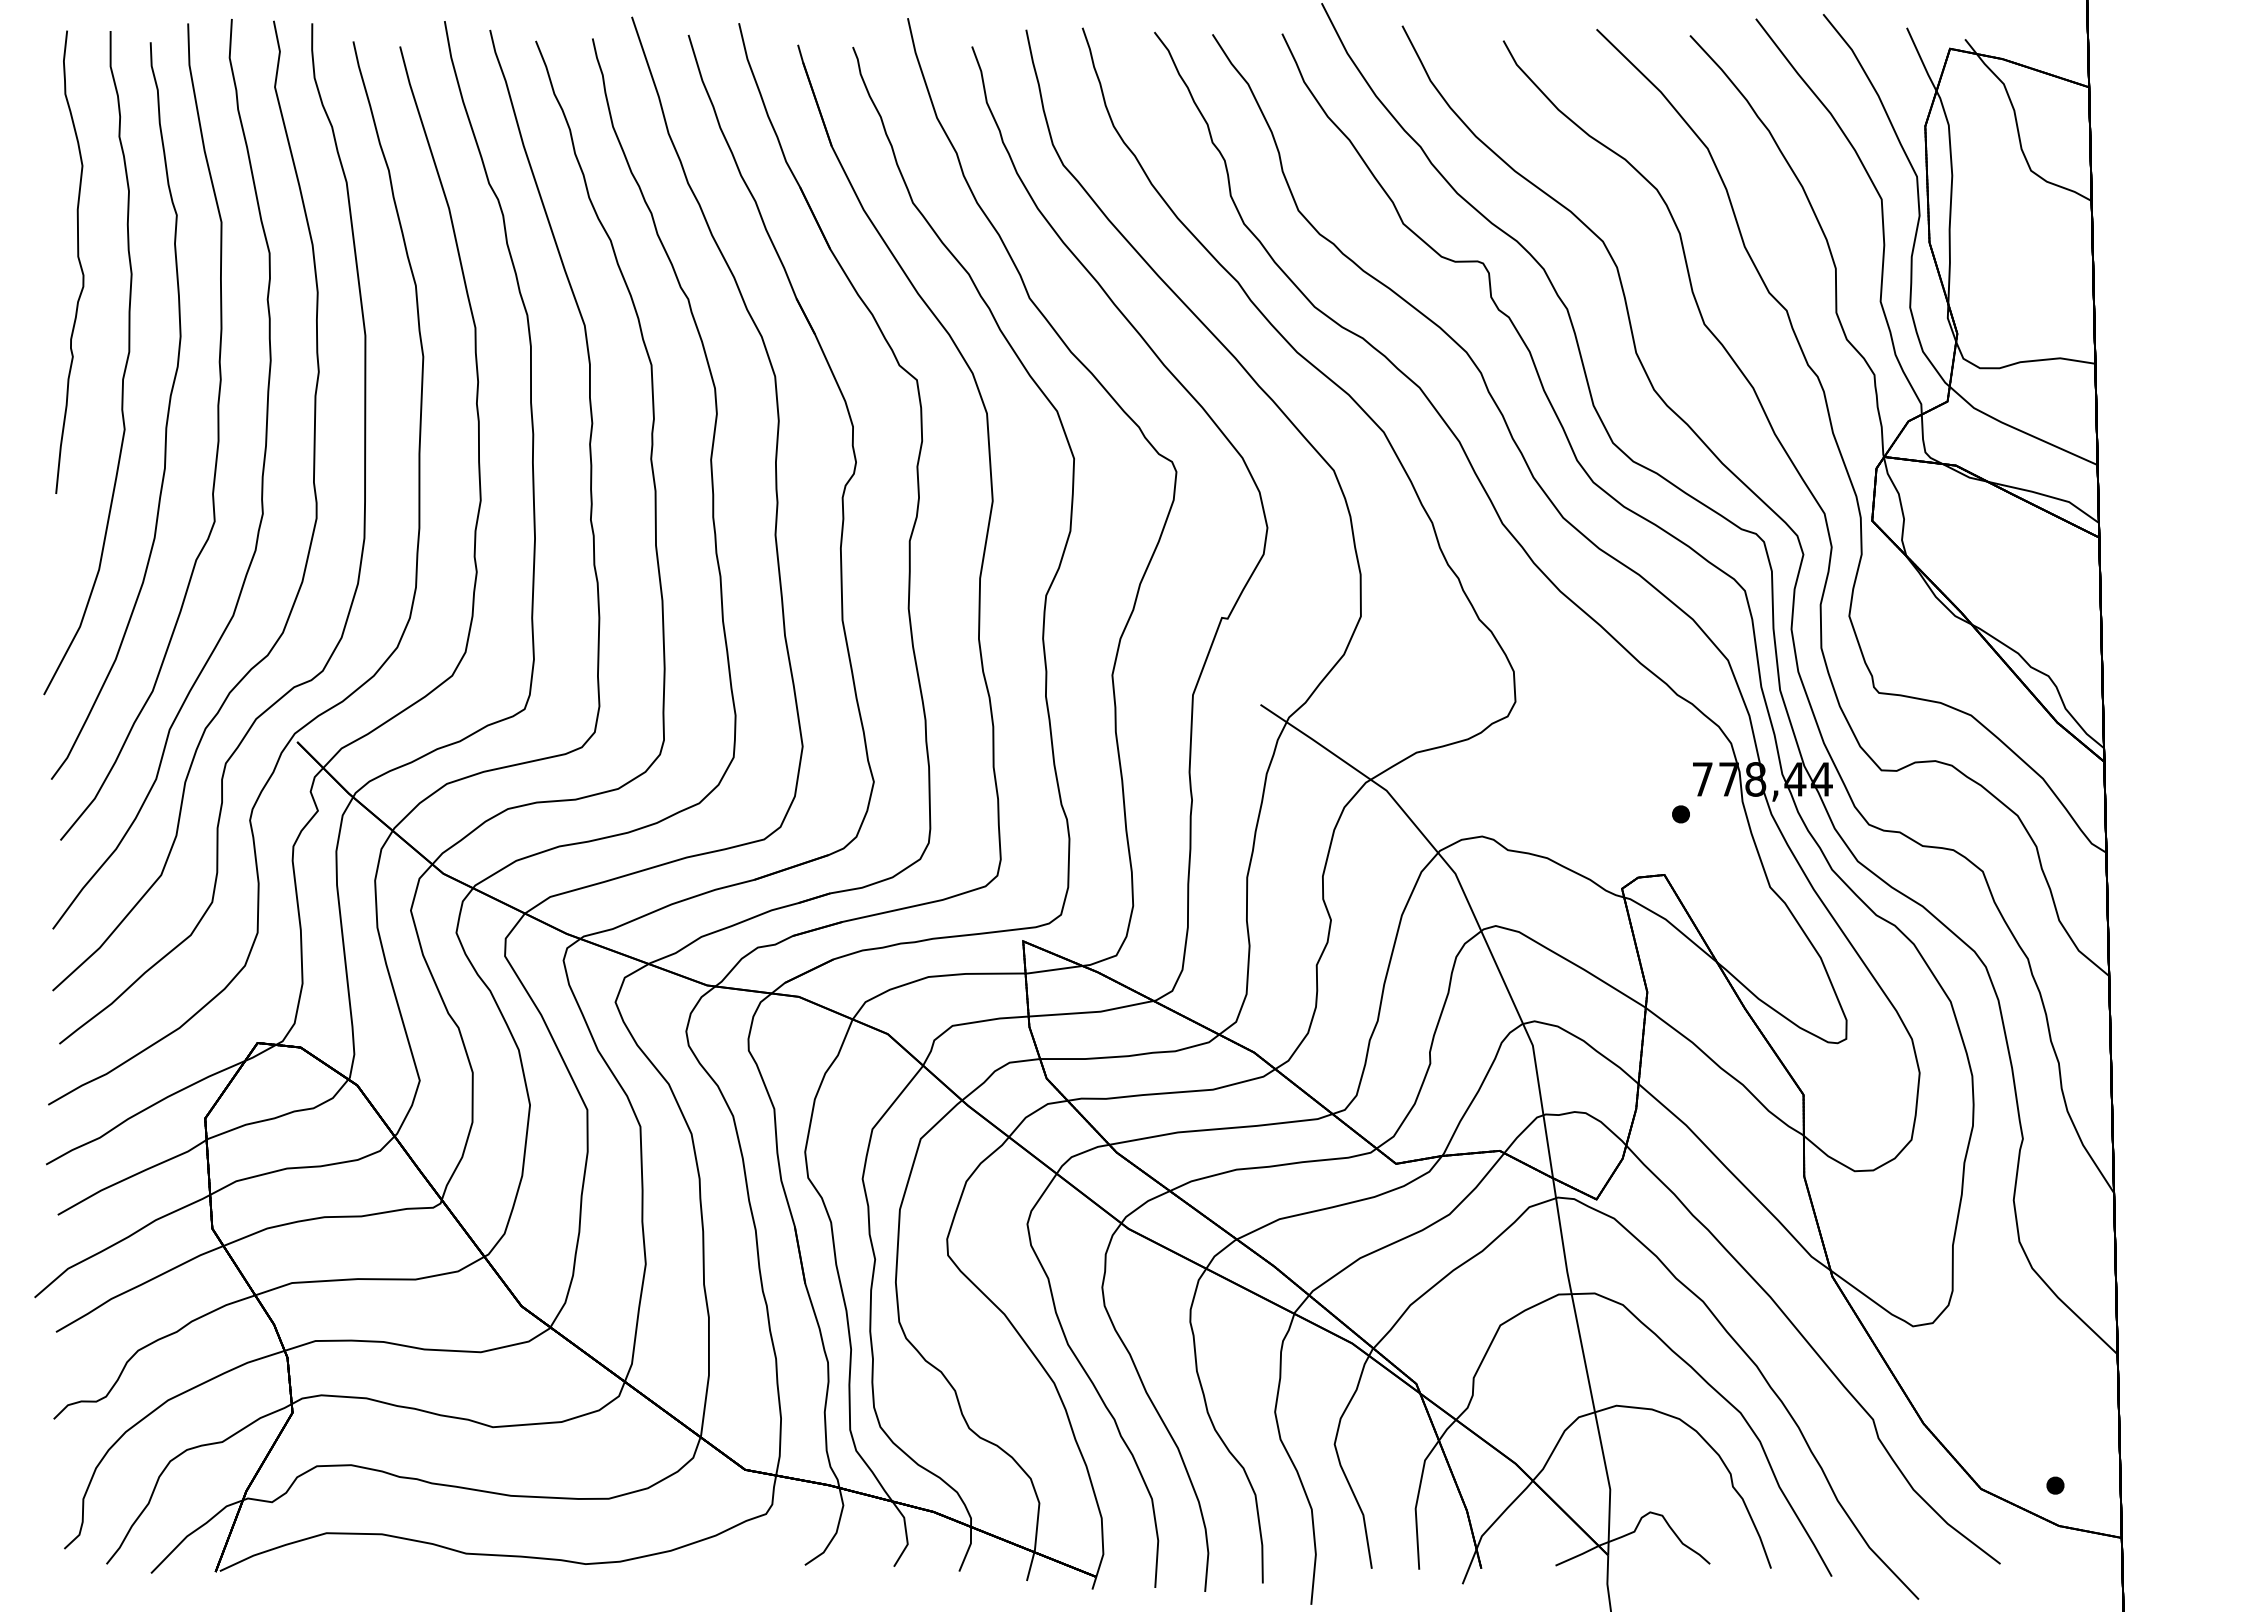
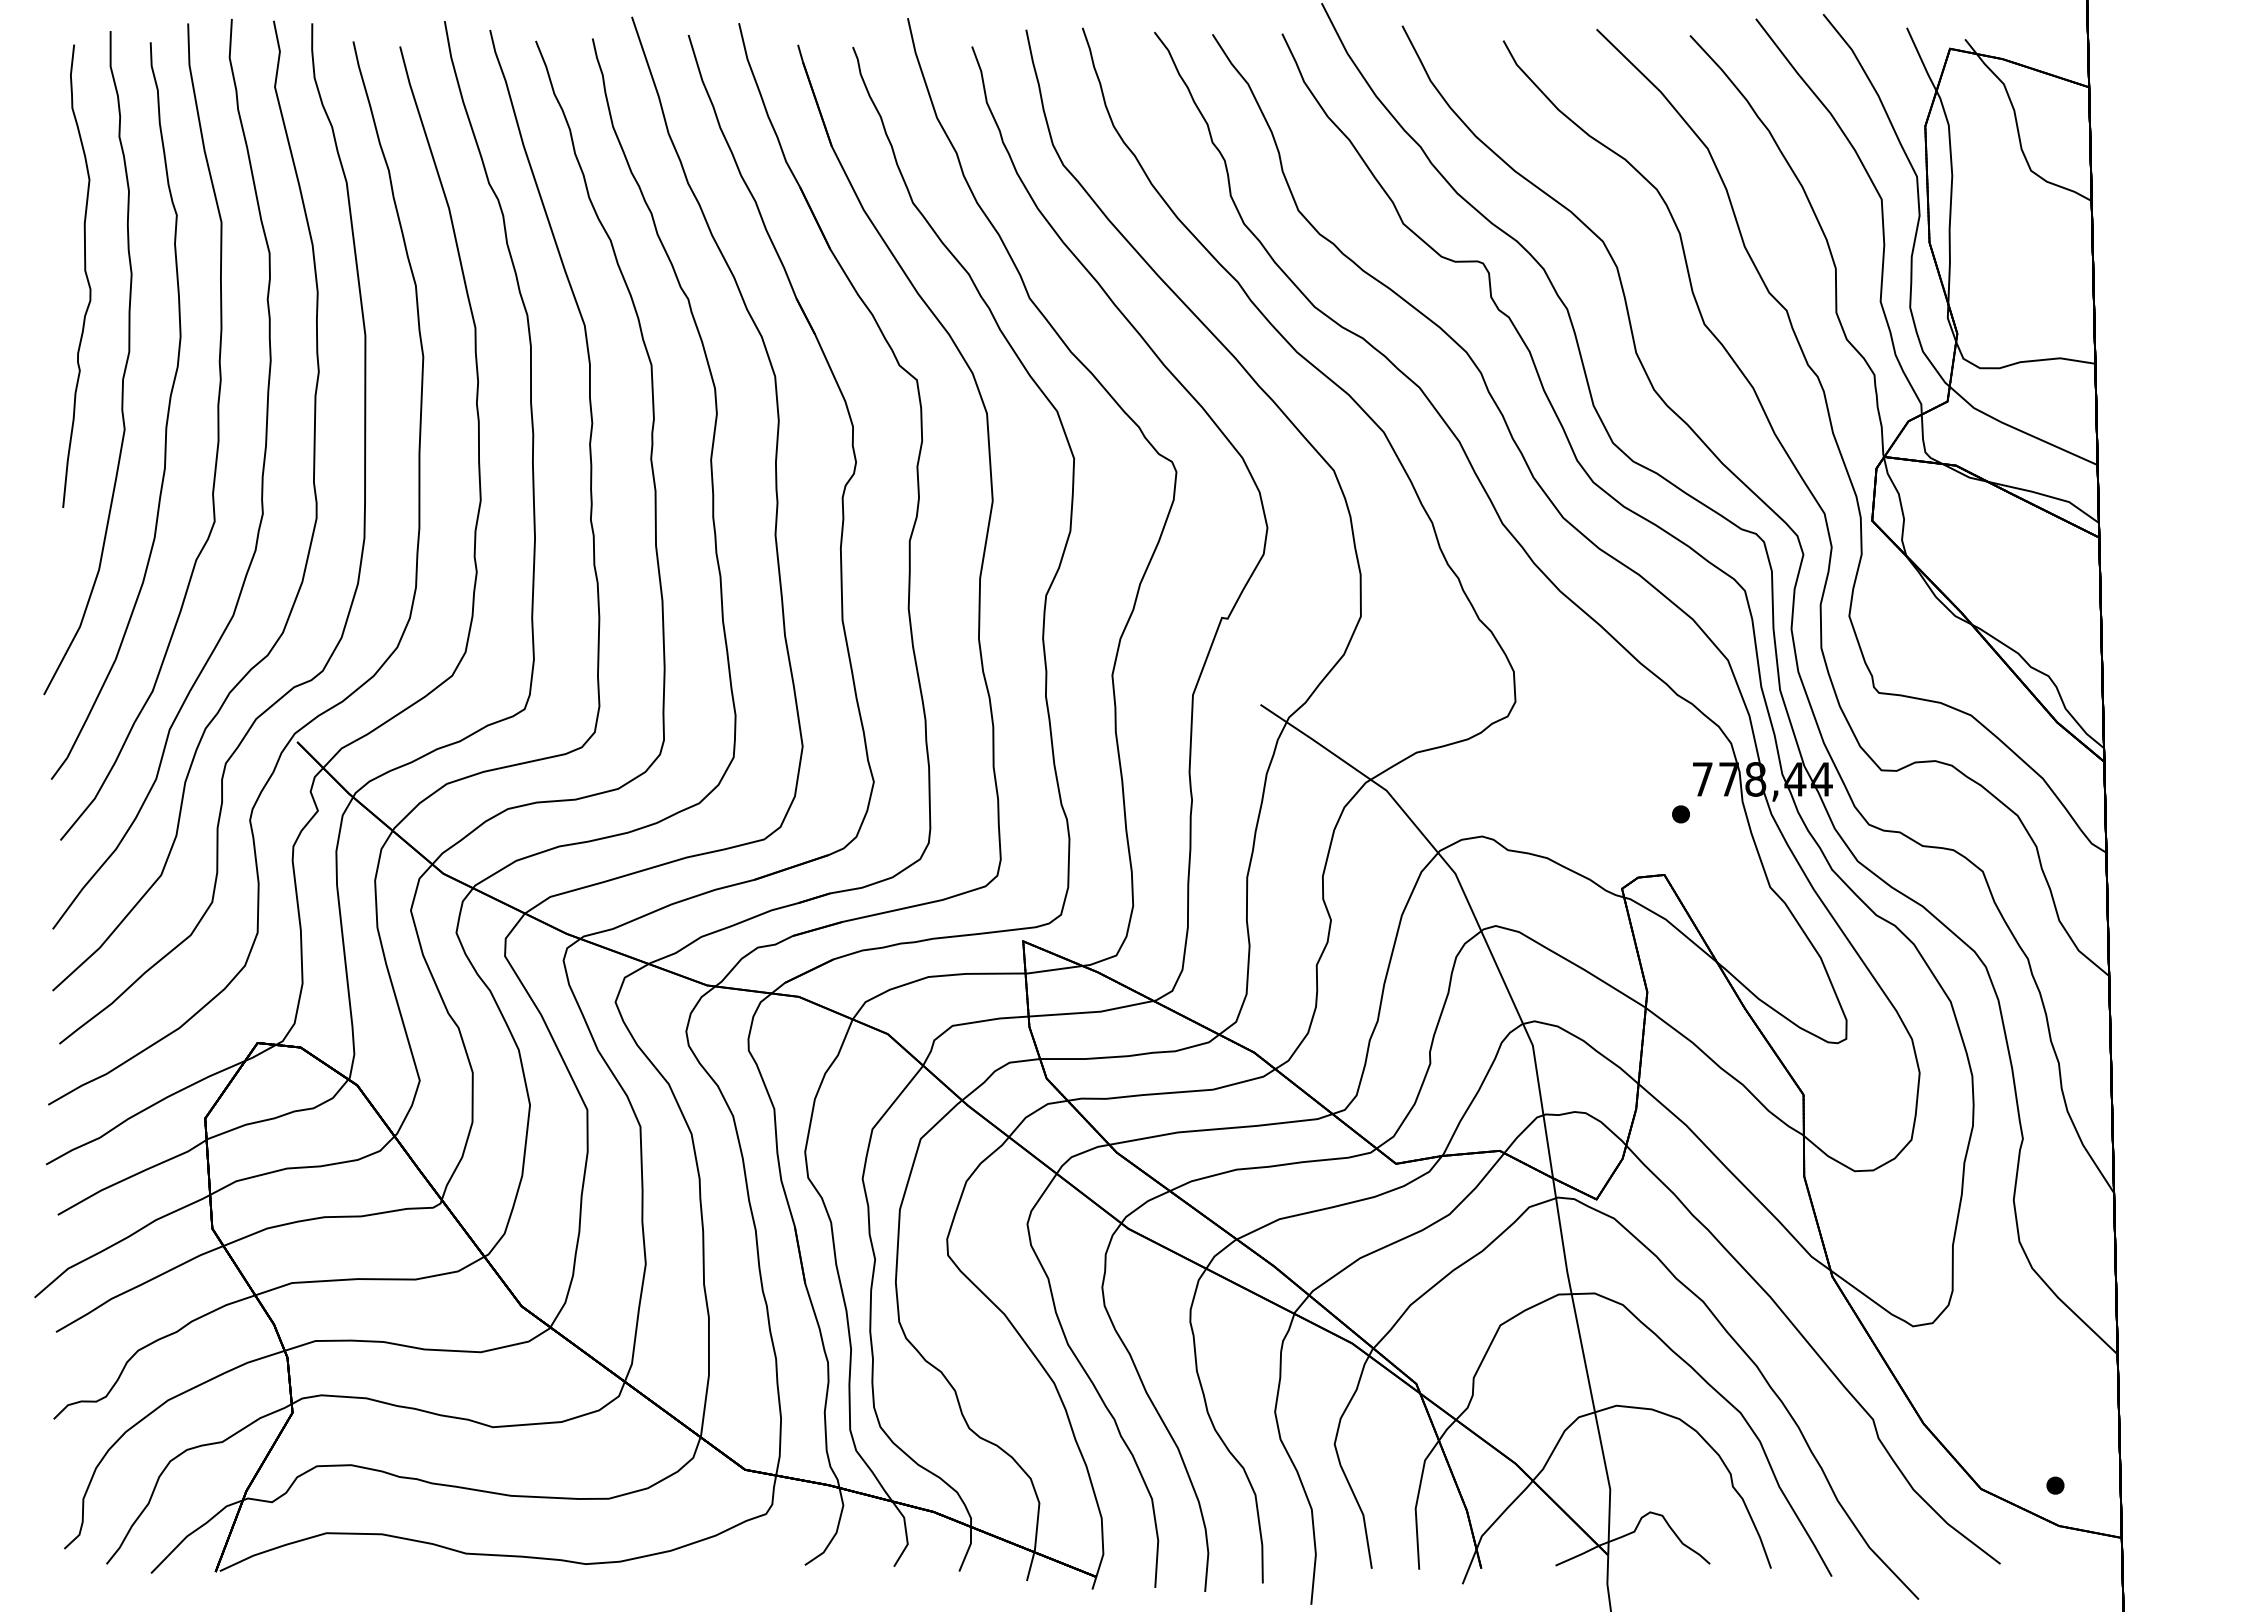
curve at (77, 258) position: (77, 258) -> (84, 272)
